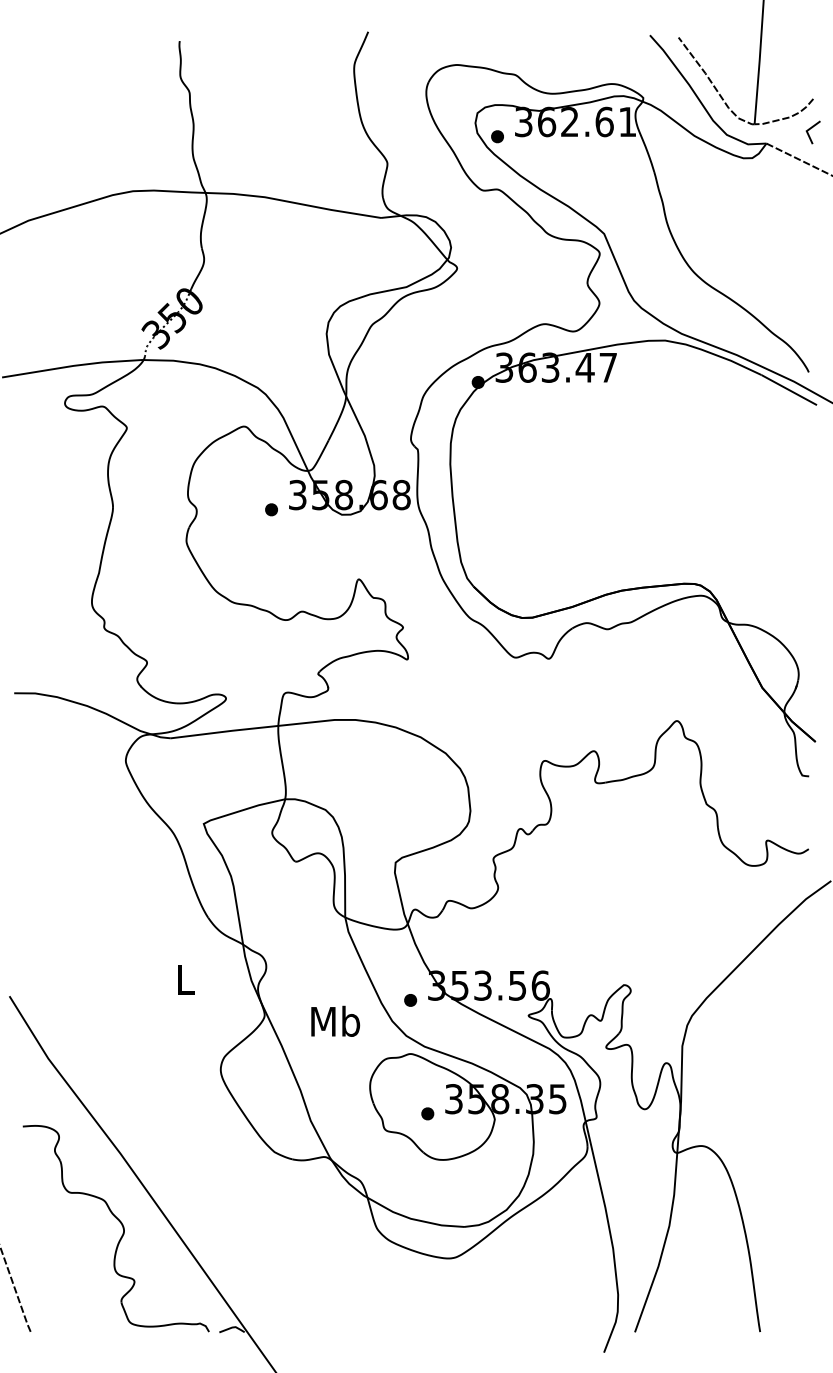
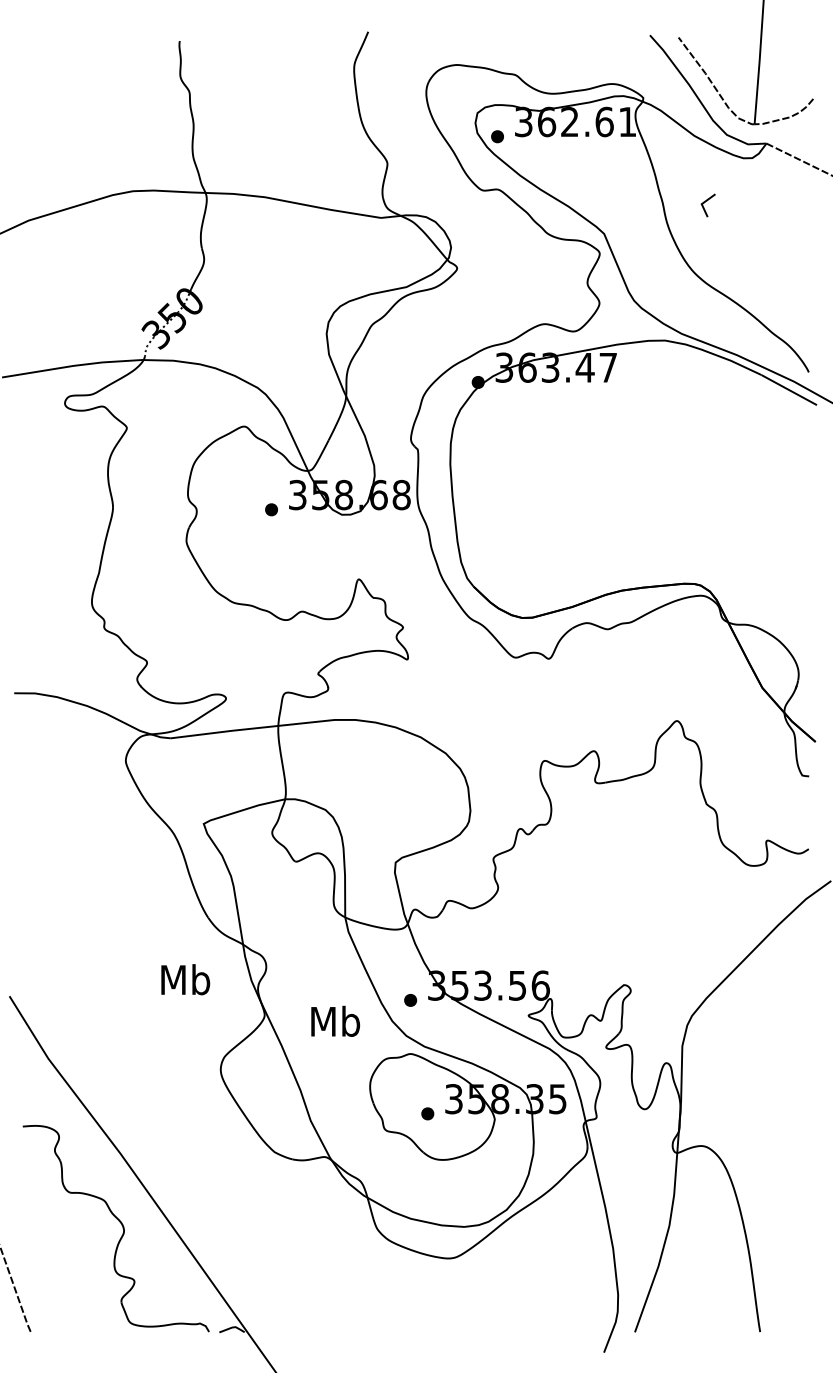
line at (810, 129) position: (810, 129) -> (705, 202)
text at (185, 979): L -> Mb
